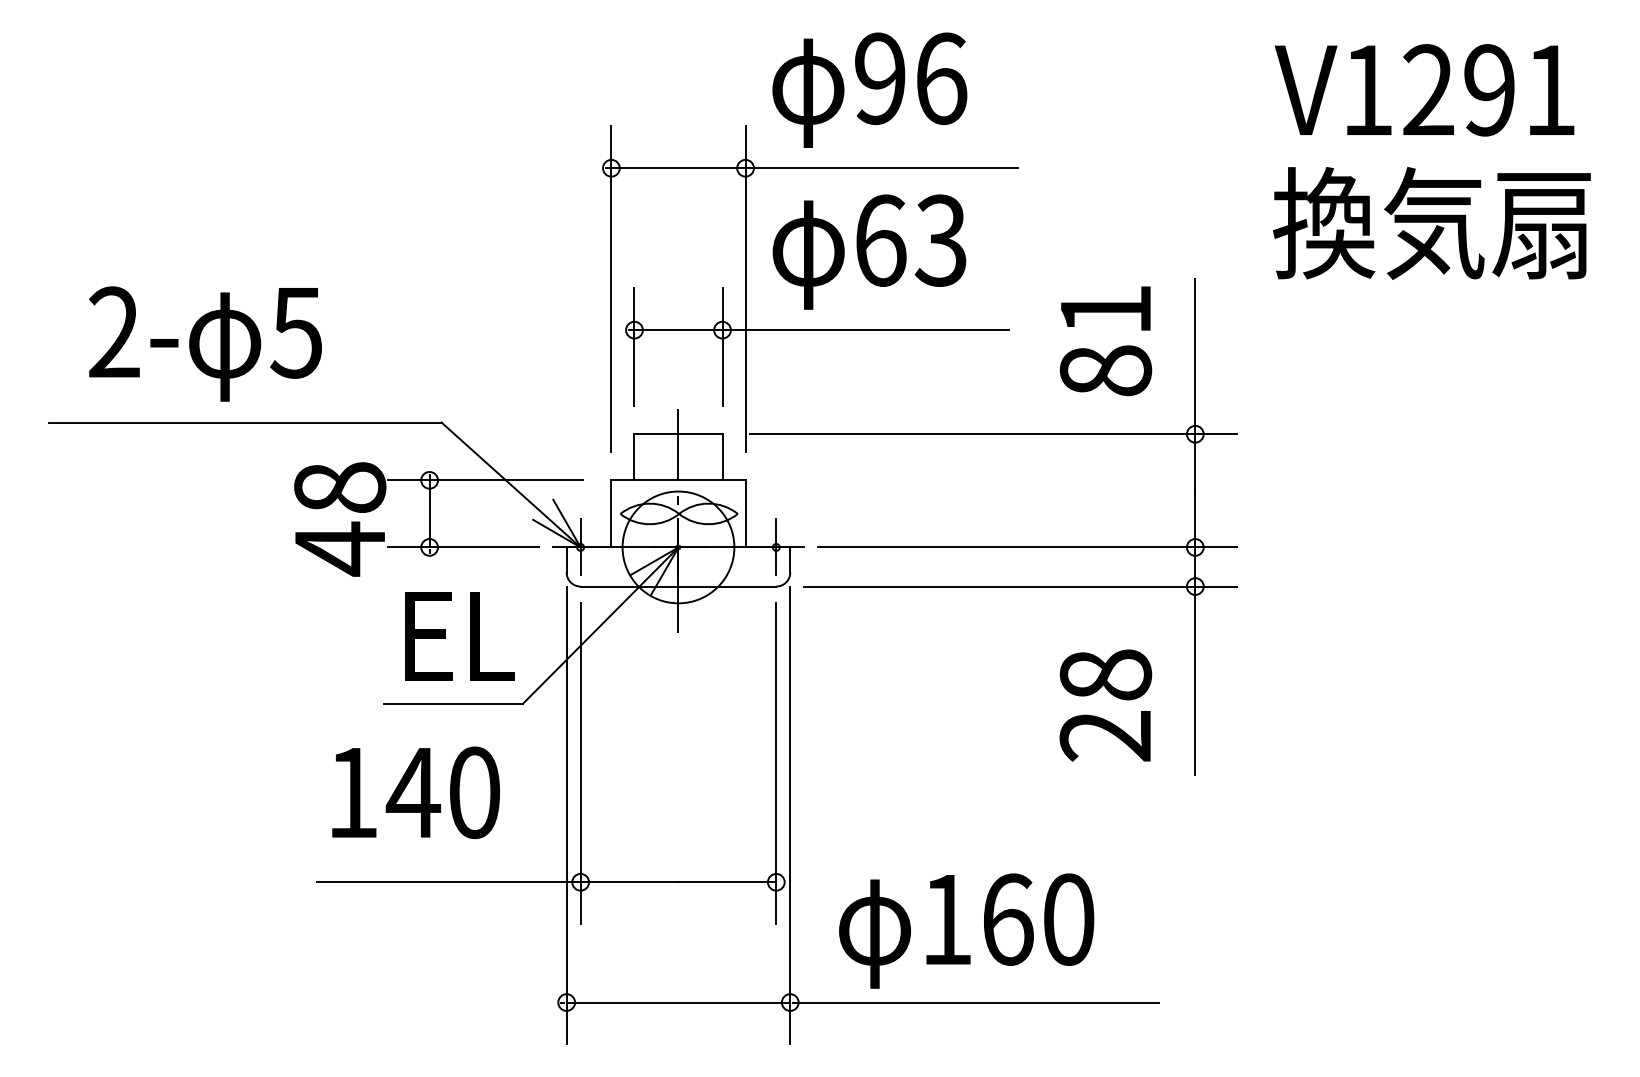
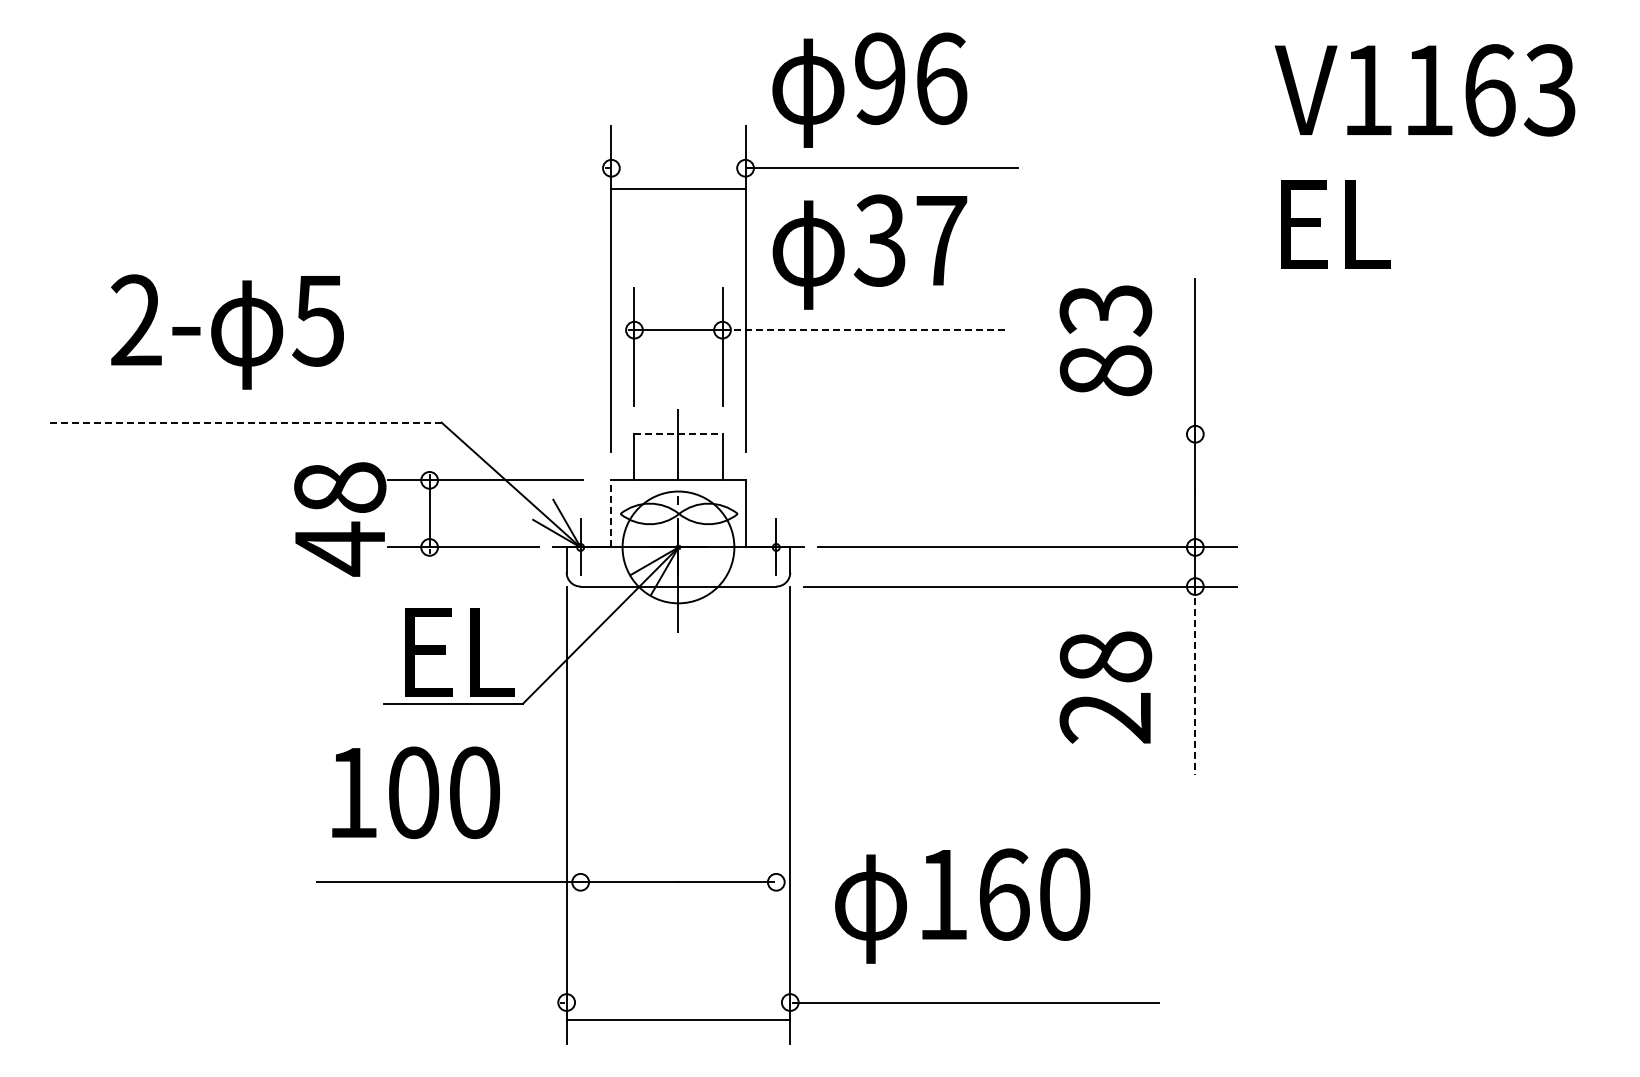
text at (1489, 90): V1291 -> V1163
line at (678, 168) position: (678, 168) -> (678, 189)
text at (1431, 222): 換気扇 -> EL
text at (910, 240): 63 -> 37
text at (1105, 310): 81 -> 83
line at (866, 330): solid -> dashed
text at (205, 343) position: (205, 343) -> (227, 331)
line at (244, 422): solid -> dashed
line at (678, 434): solid -> dashed
line at (993, 434): present -> none
line at (611, 513): solid -> dashed
text at (459, 636) position: (459, 636) -> (459, 652)
line at (1195, 681): solid -> dashed
text at (1105, 705) position: (1105, 705) -> (1105, 687)
line at (580, 763): present -> none
line at (776, 763): present -> none
text at (413, 792): 140 -> 100
text at (966, 930) position: (966, 930) -> (962, 905)
line at (678, 1002) position: (678, 1002) -> (678, 1019)
